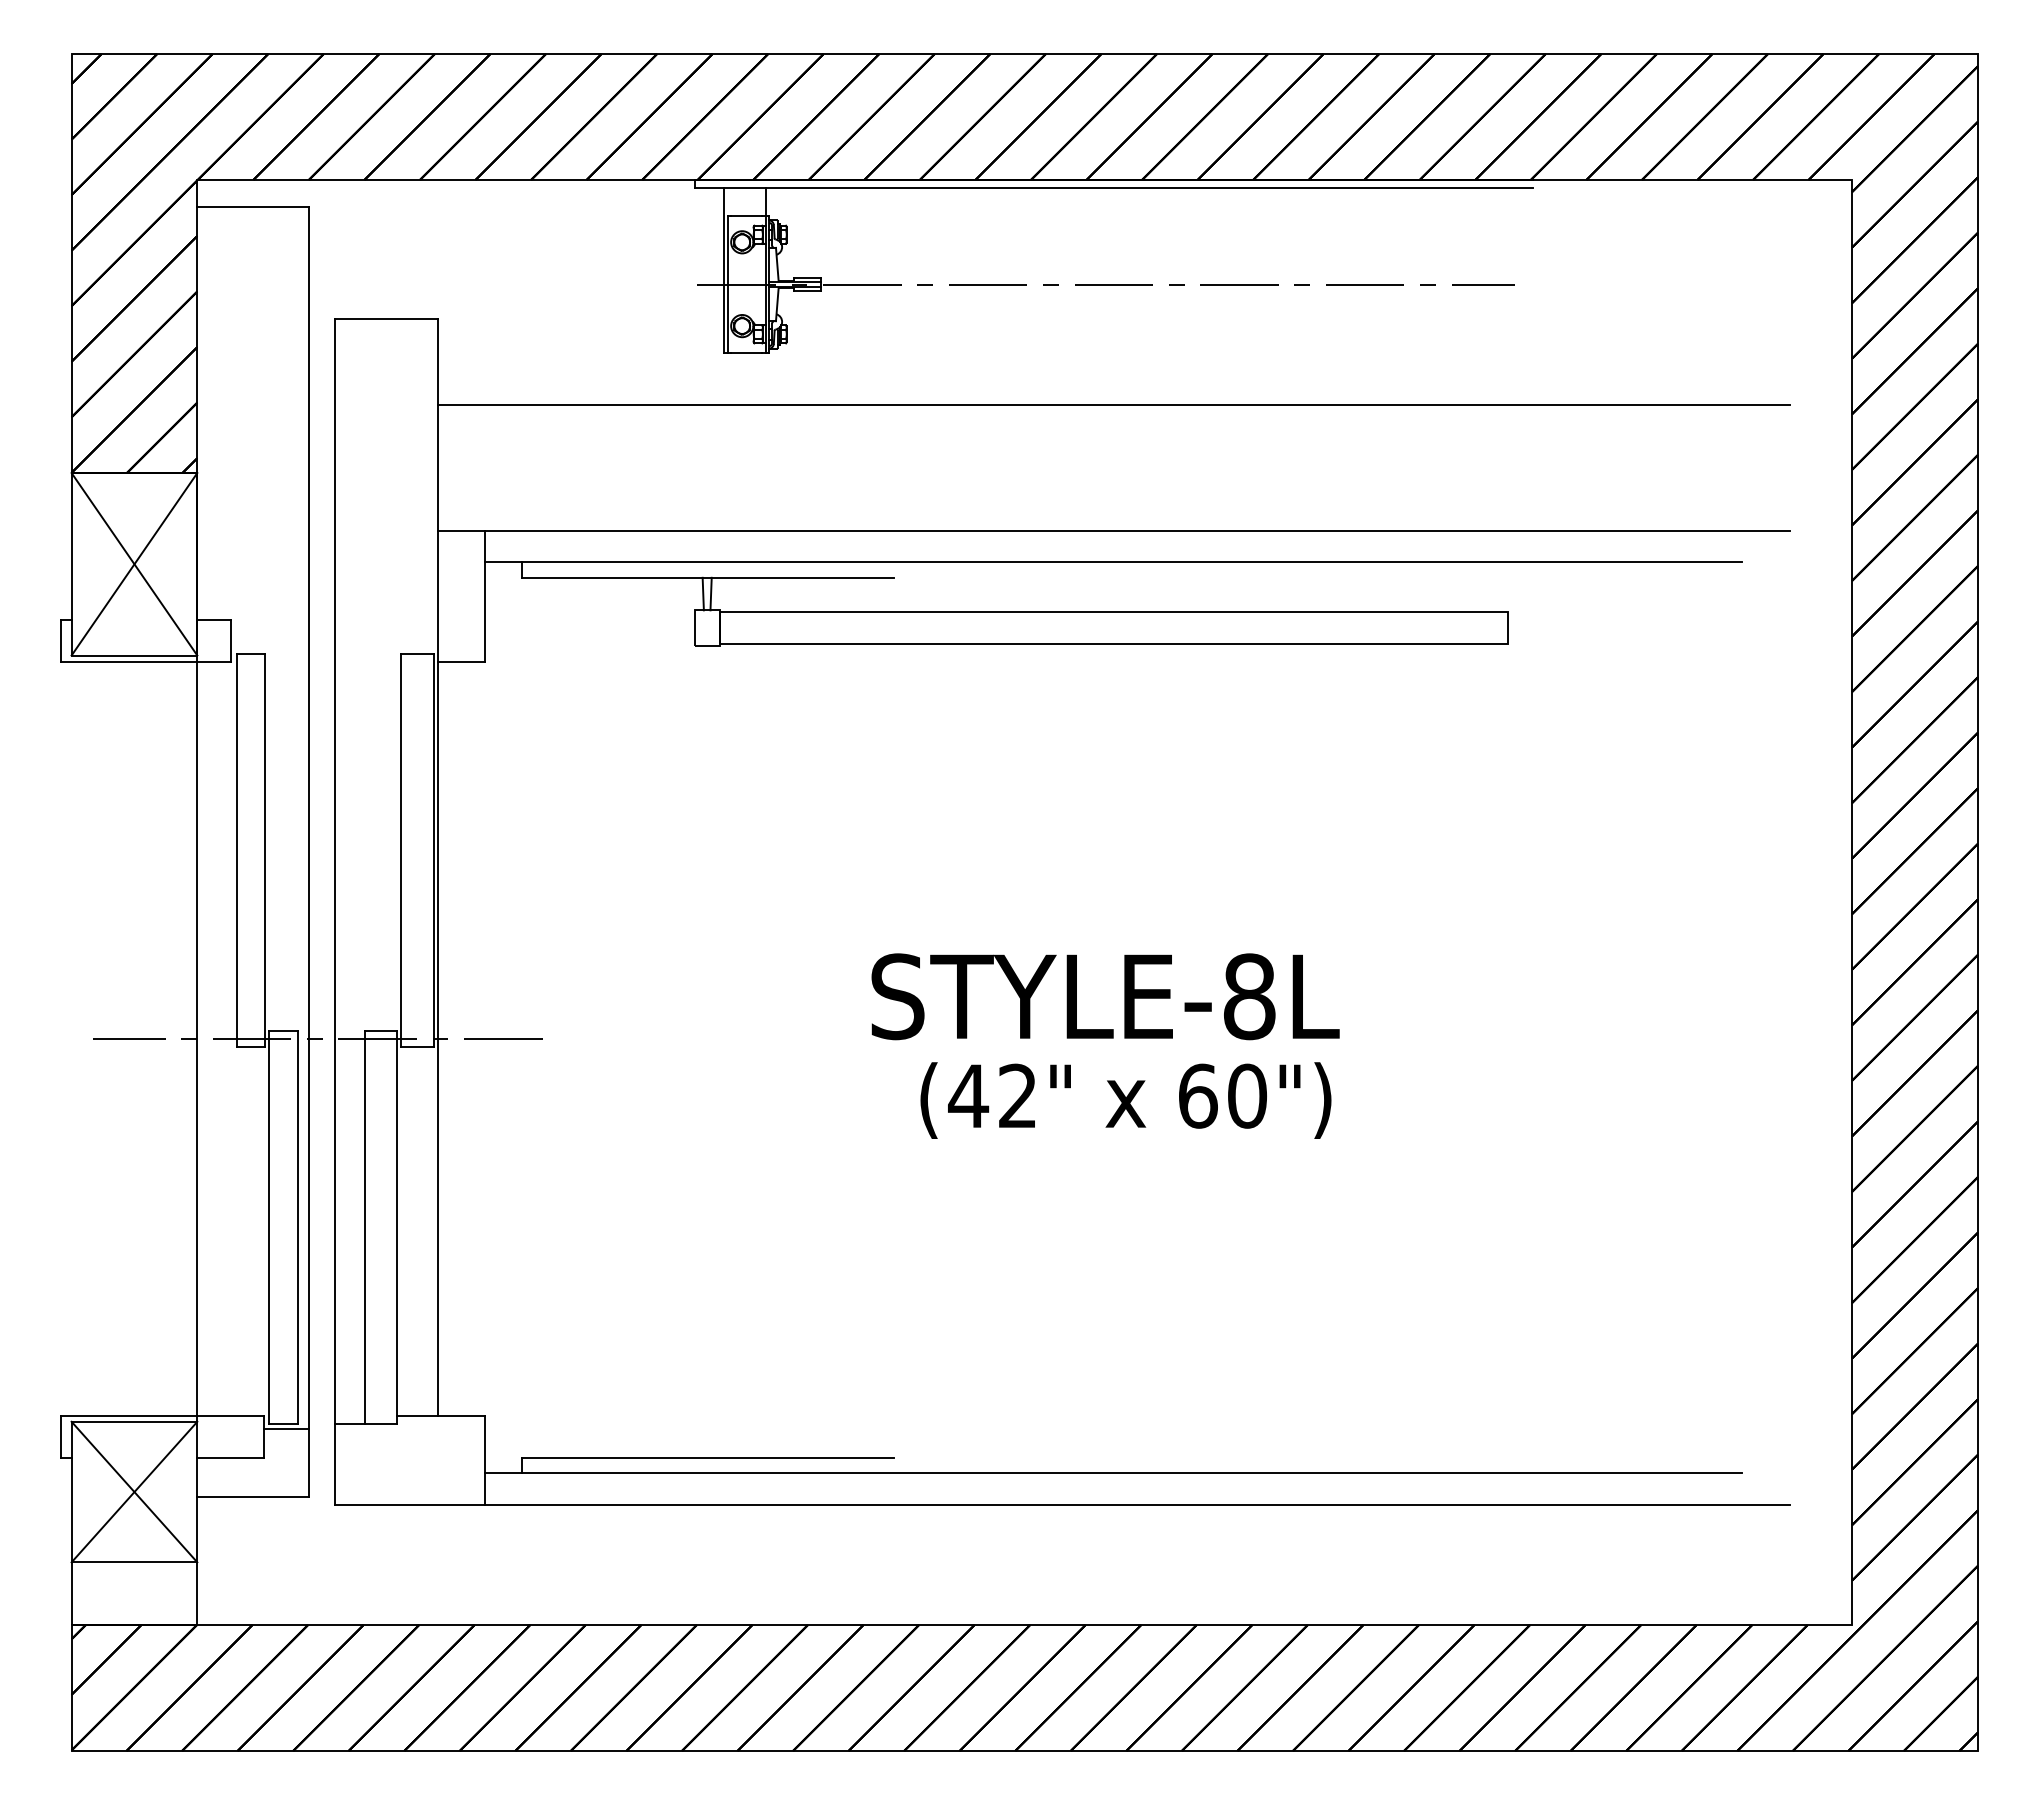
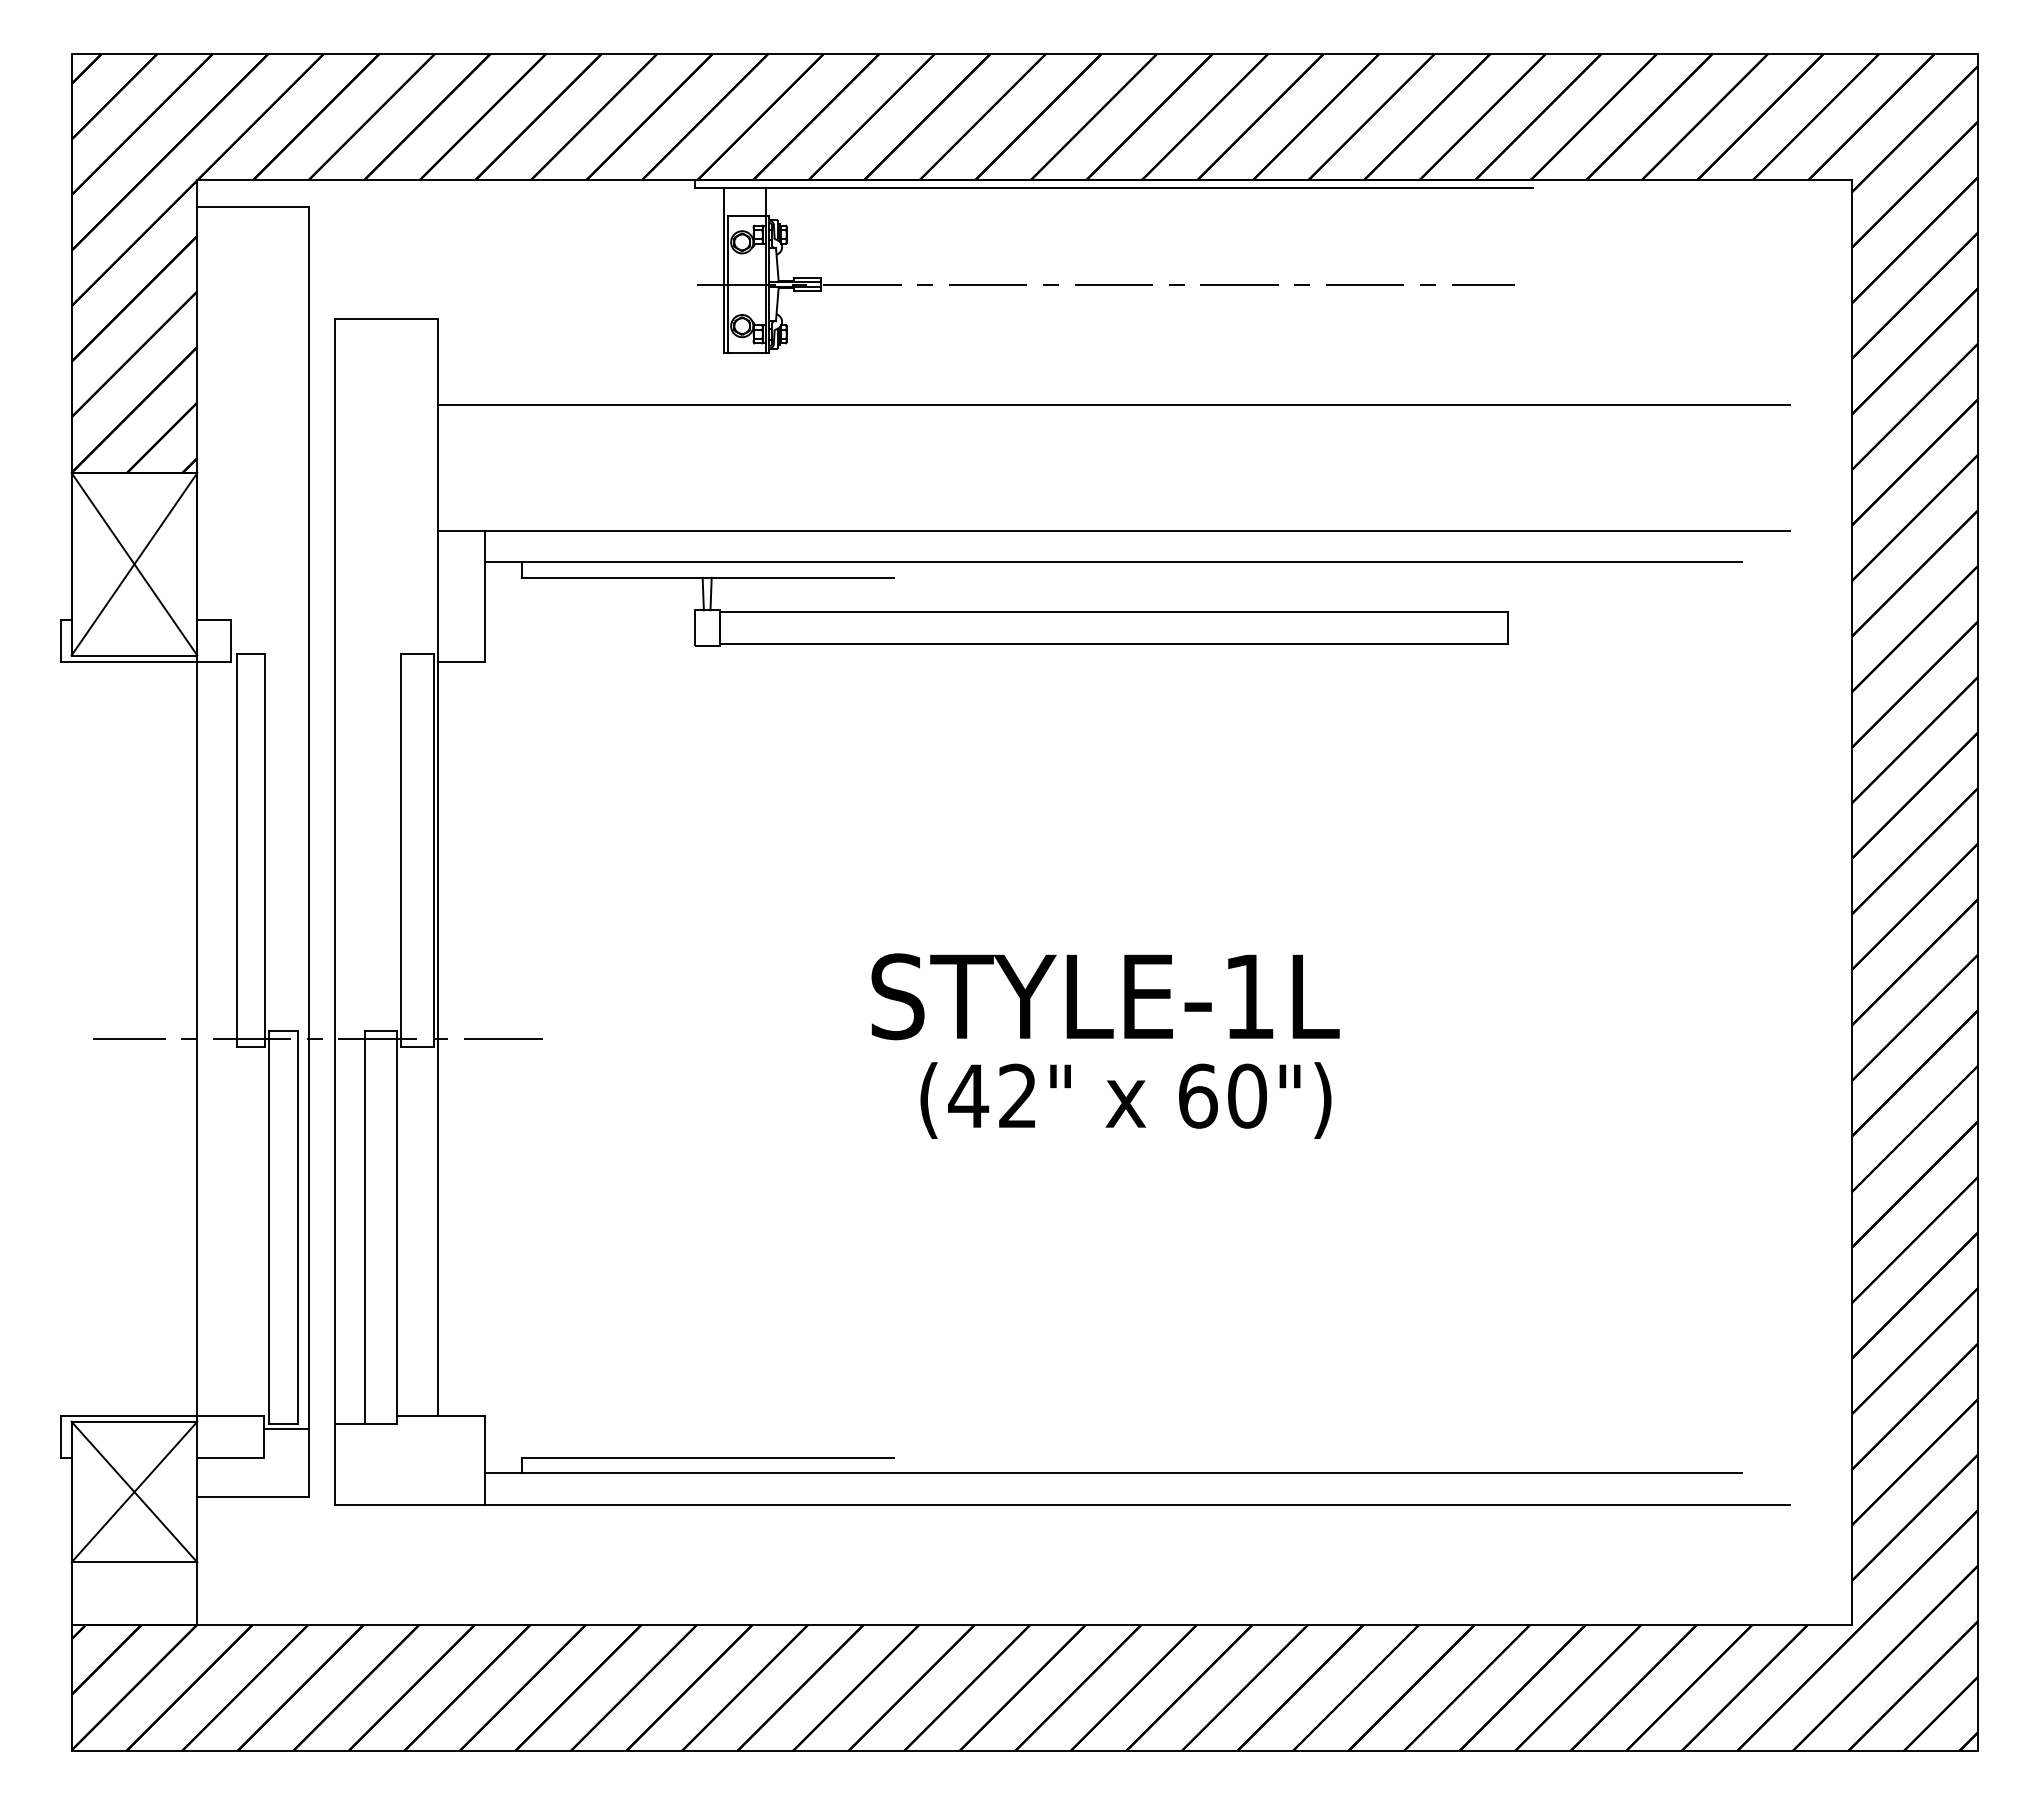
text at (1249, 996): STYLE-8L -> STYLE-1L
